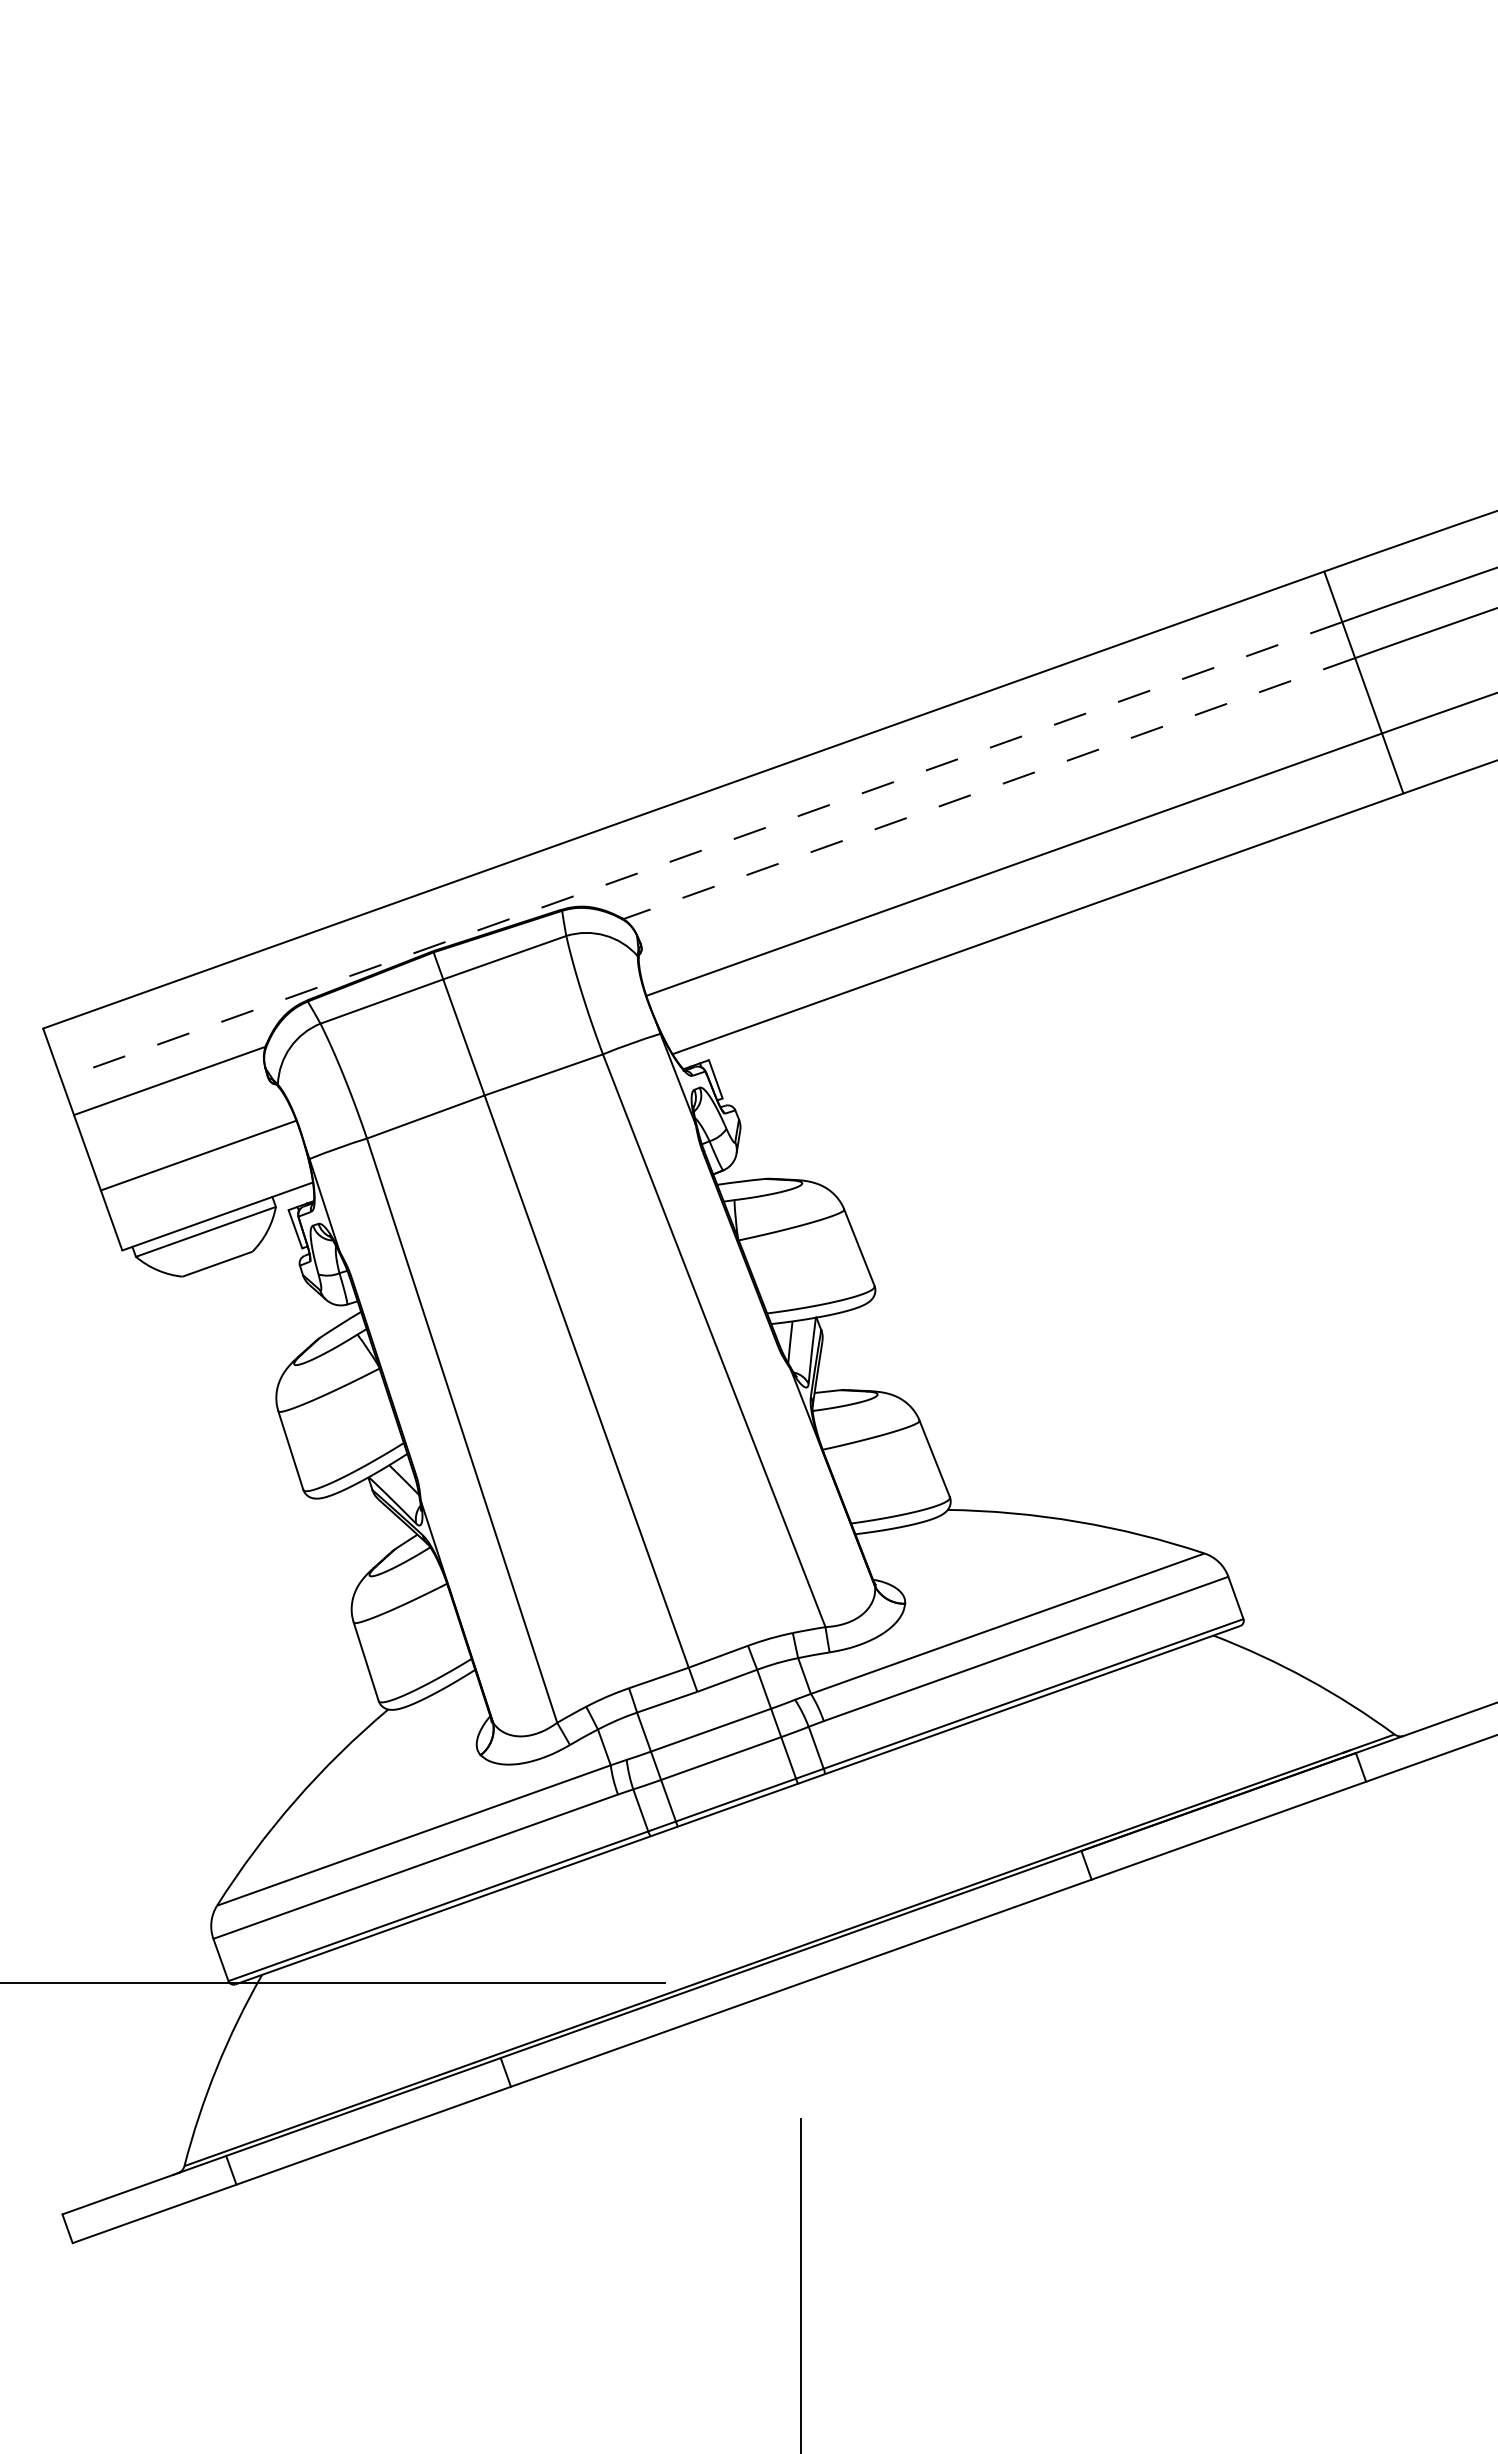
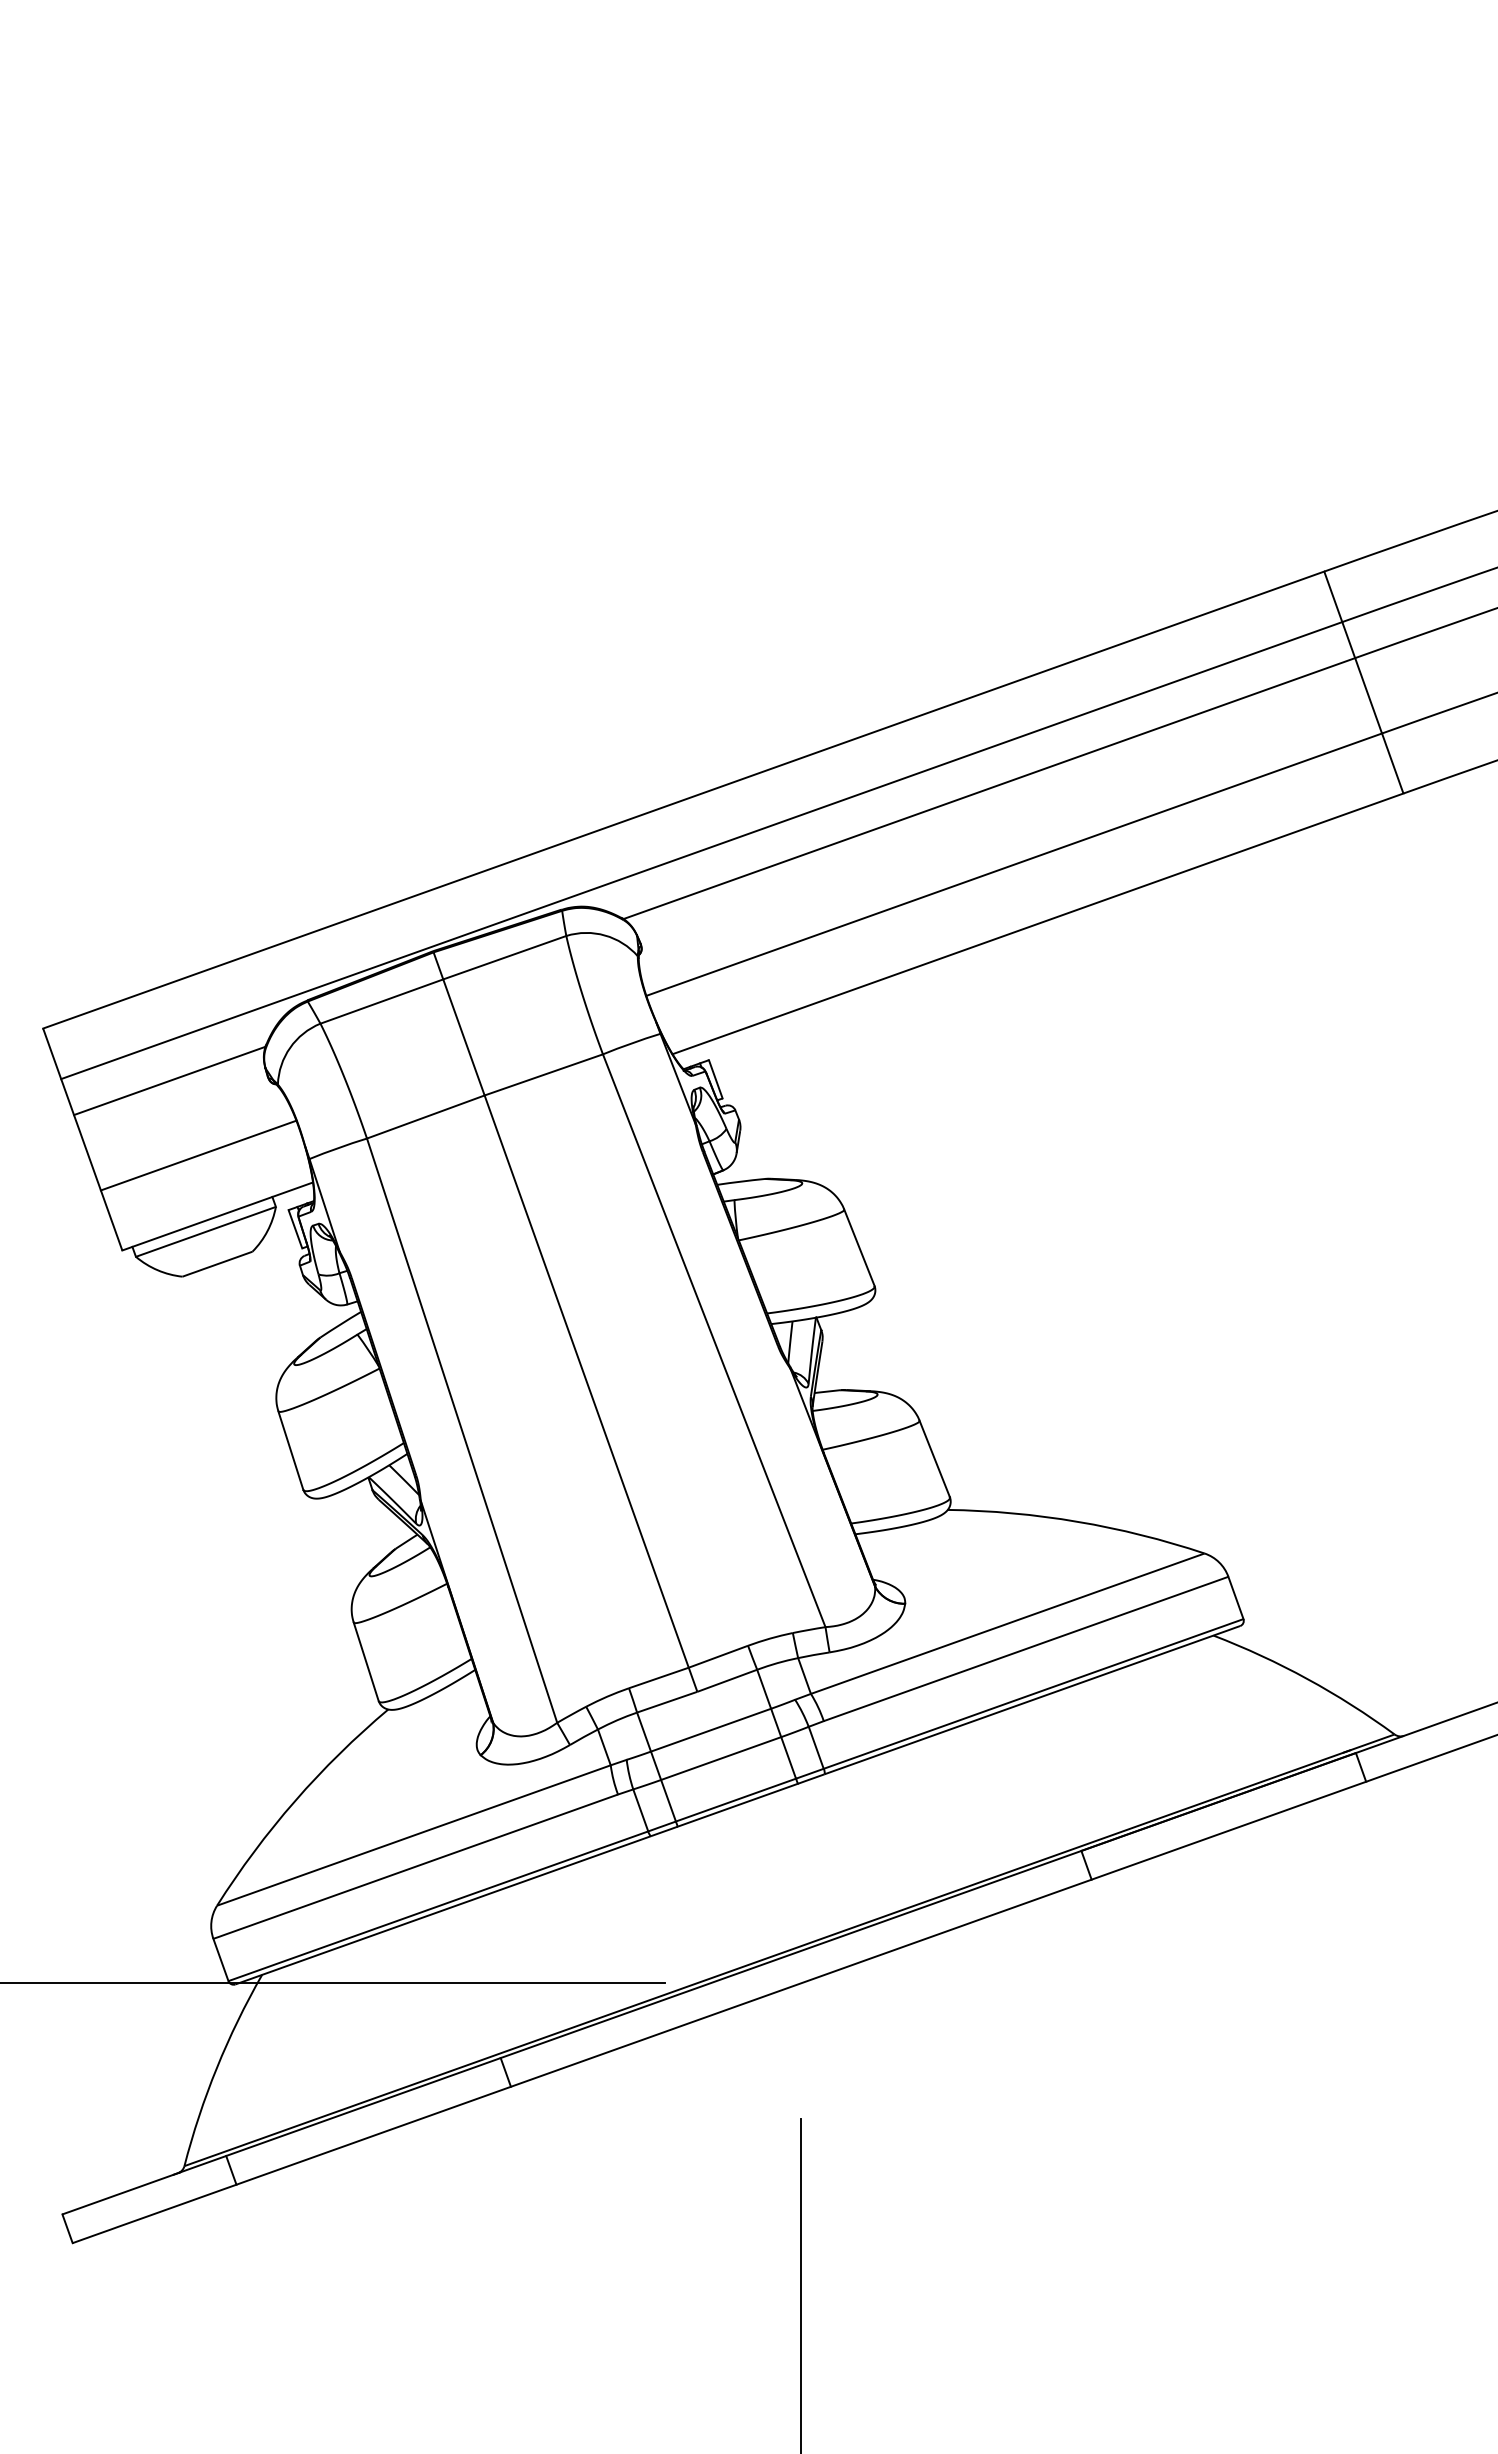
line at (988, 788): dashed -> solid
line at (701, 850): dashed -> solid
